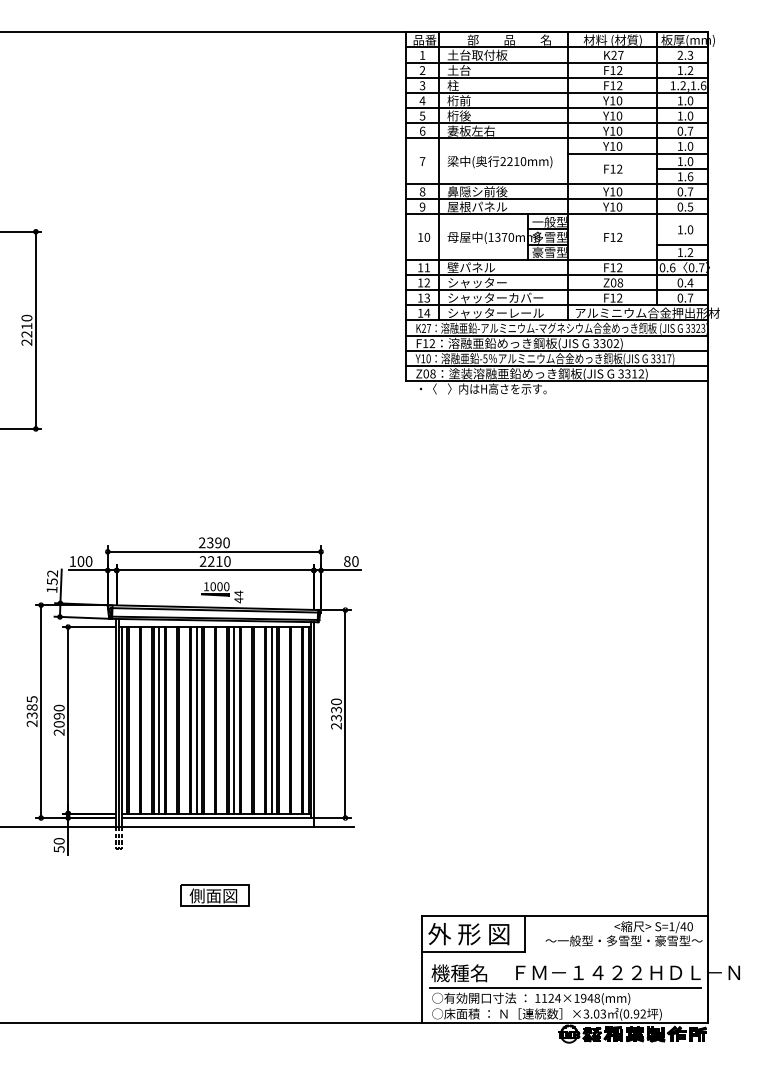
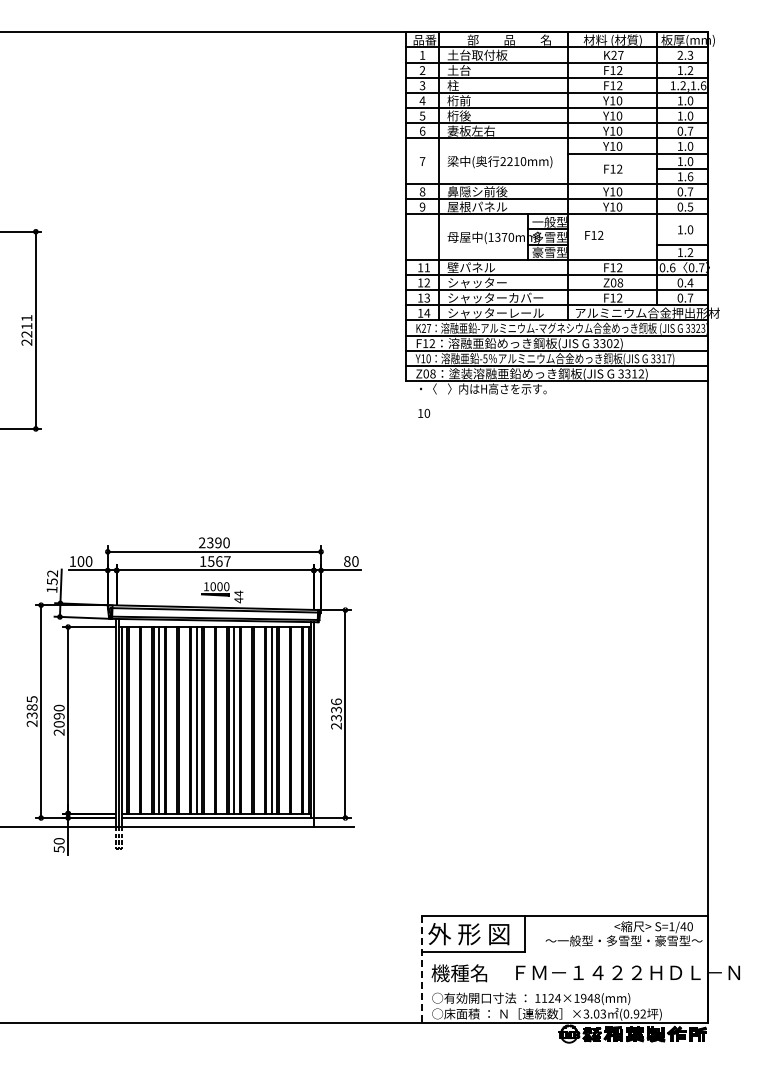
text at (424, 236) position: (424, 236) -> (424, 412)
text at (613, 236) position: (613, 236) -> (594, 234)
text at (26, 317): 2210 -> 2211
text at (214, 561): 2210 -> 1567
text at (336, 701): 2330 -> 2336
part at (214, 895): present -> none
line at (422, 969): solid -> dashed
line at (564, 987): present -> none
